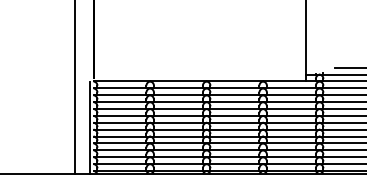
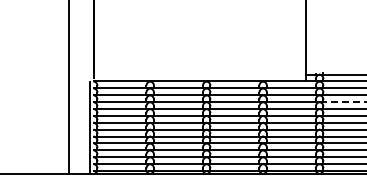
line at (348, 67): present -> none
line at (75, 88) position: (75, 88) -> (69, 88)
line at (343, 102): solid -> dashed
